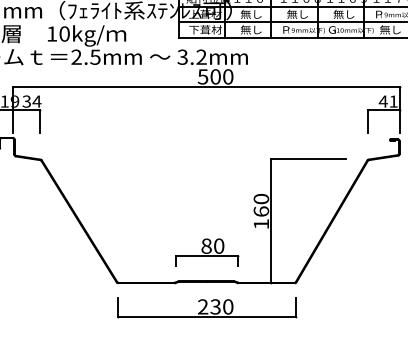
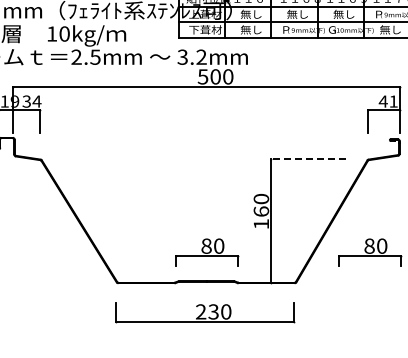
line at (308, 158): solid -> dashed
part at (370, 252): none -> present
part at (207, 307) position: (207, 307) -> (205, 312)
